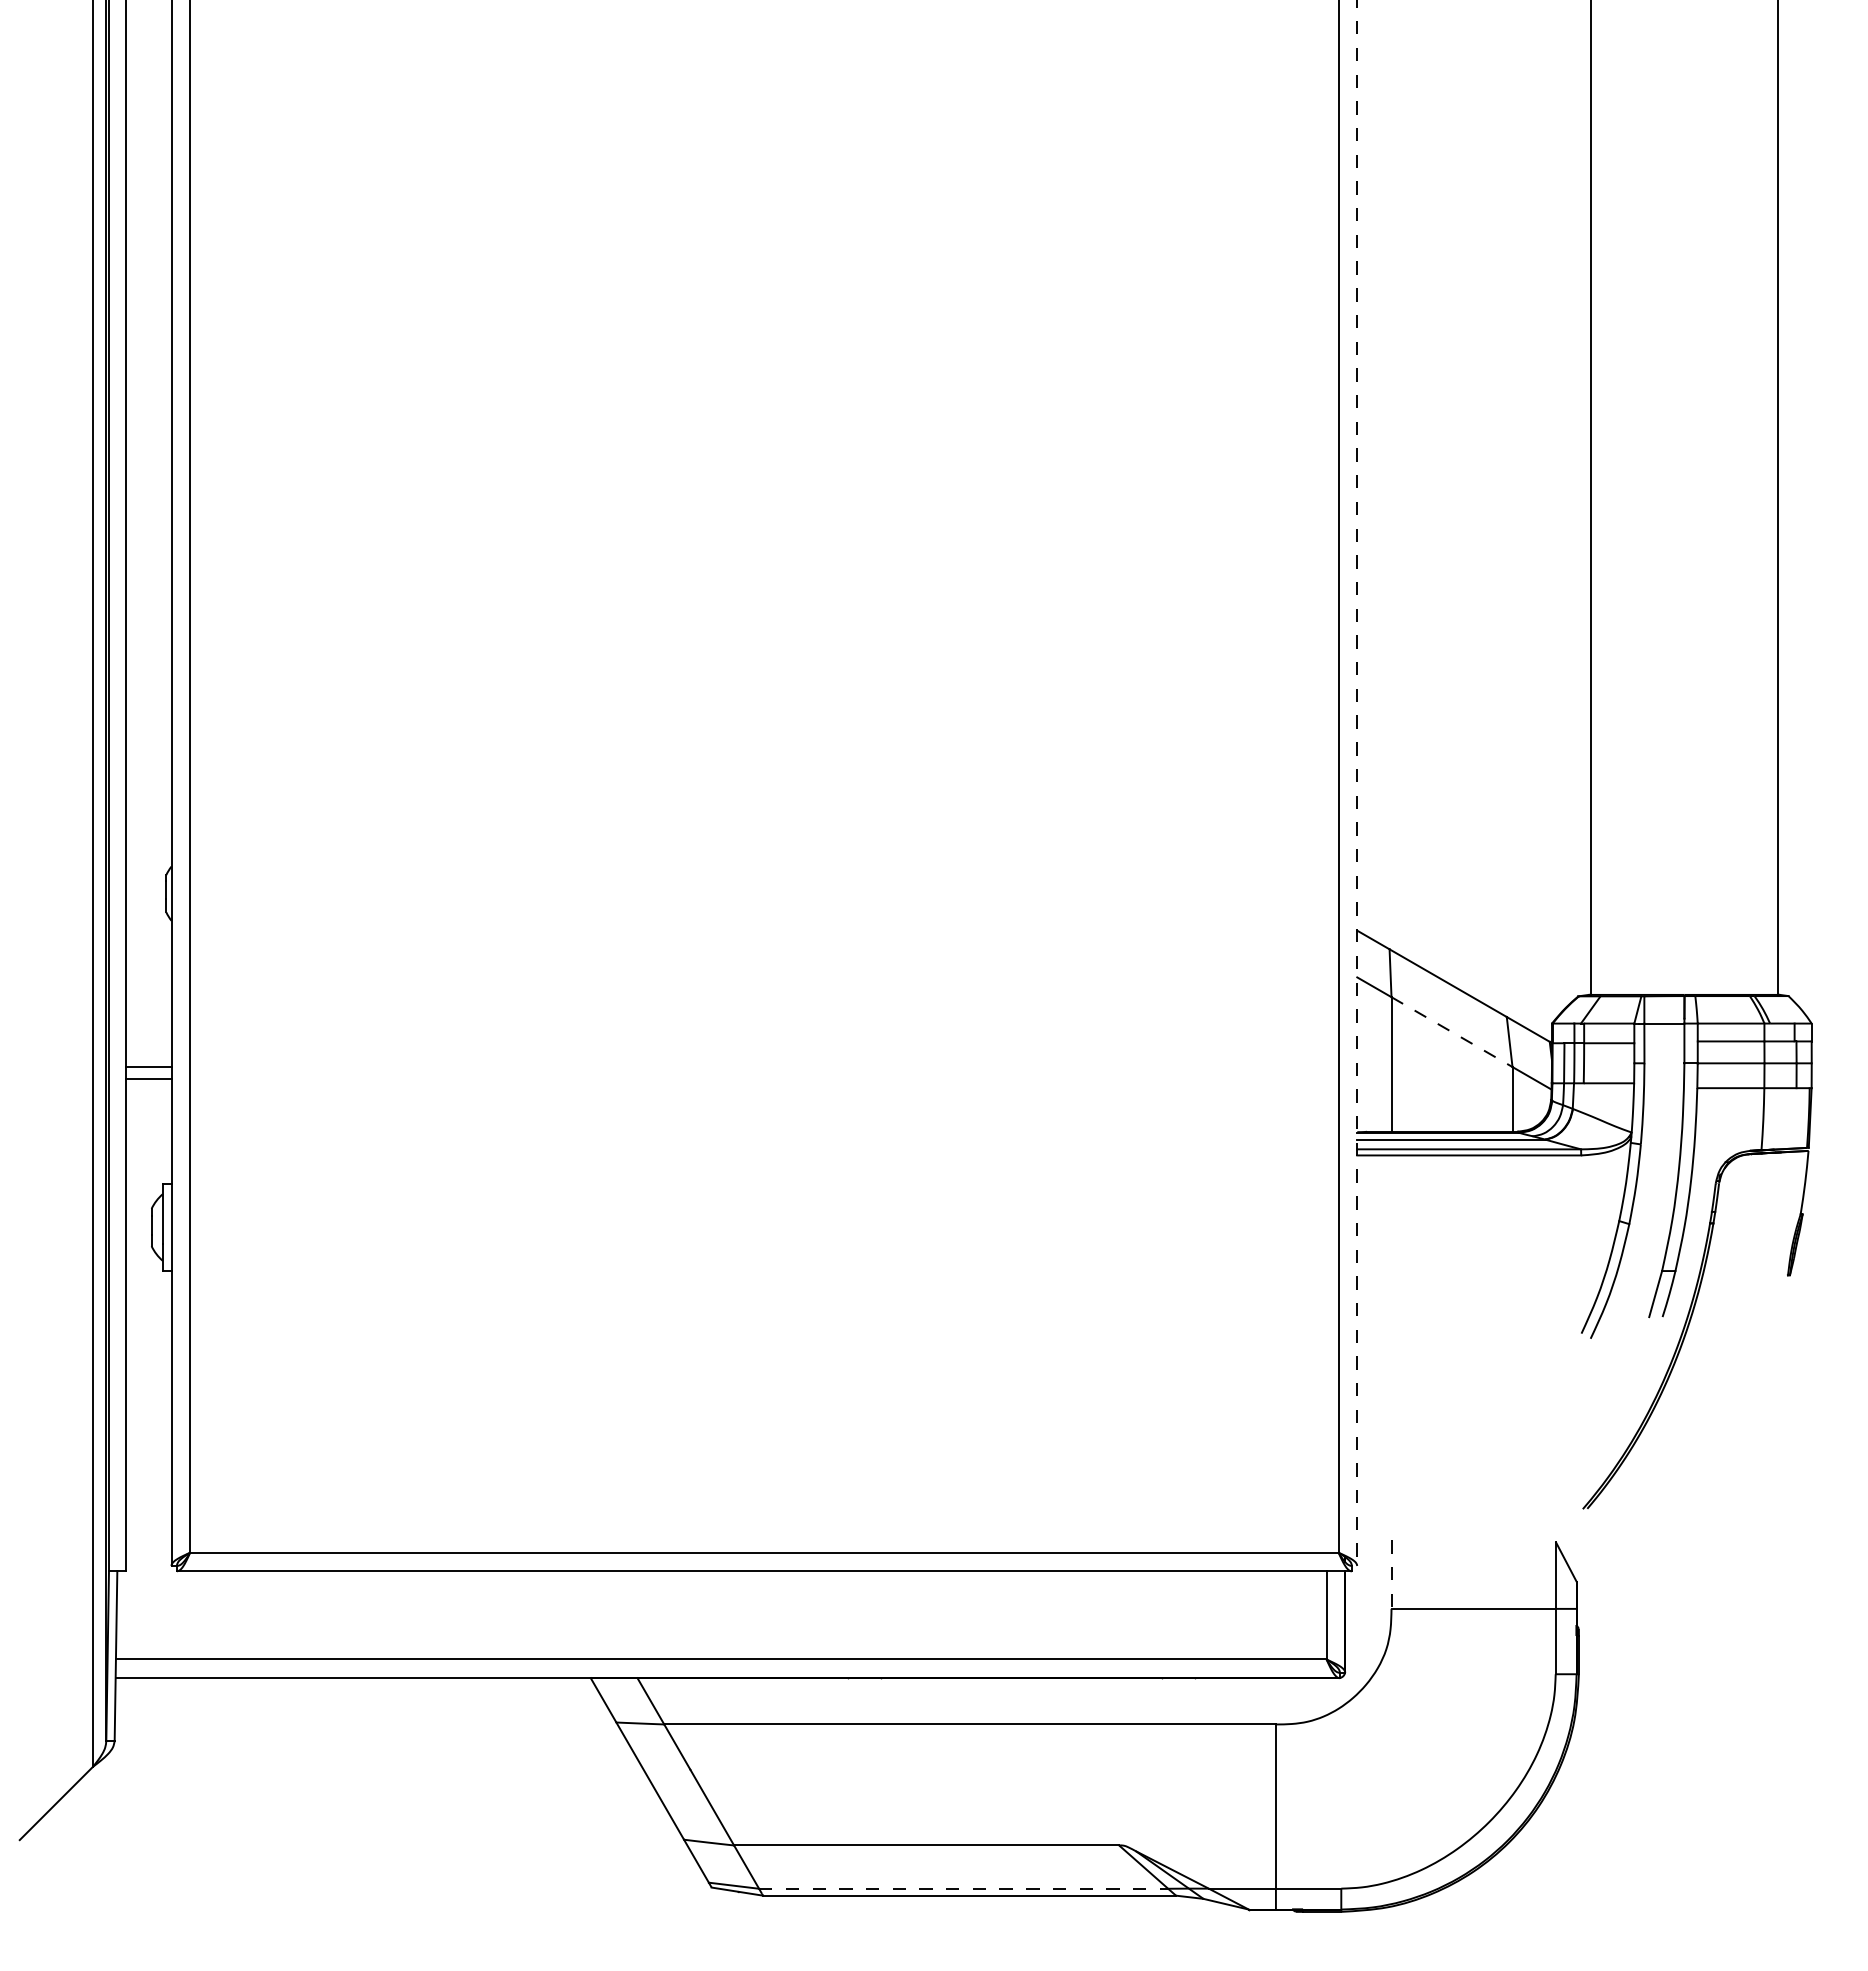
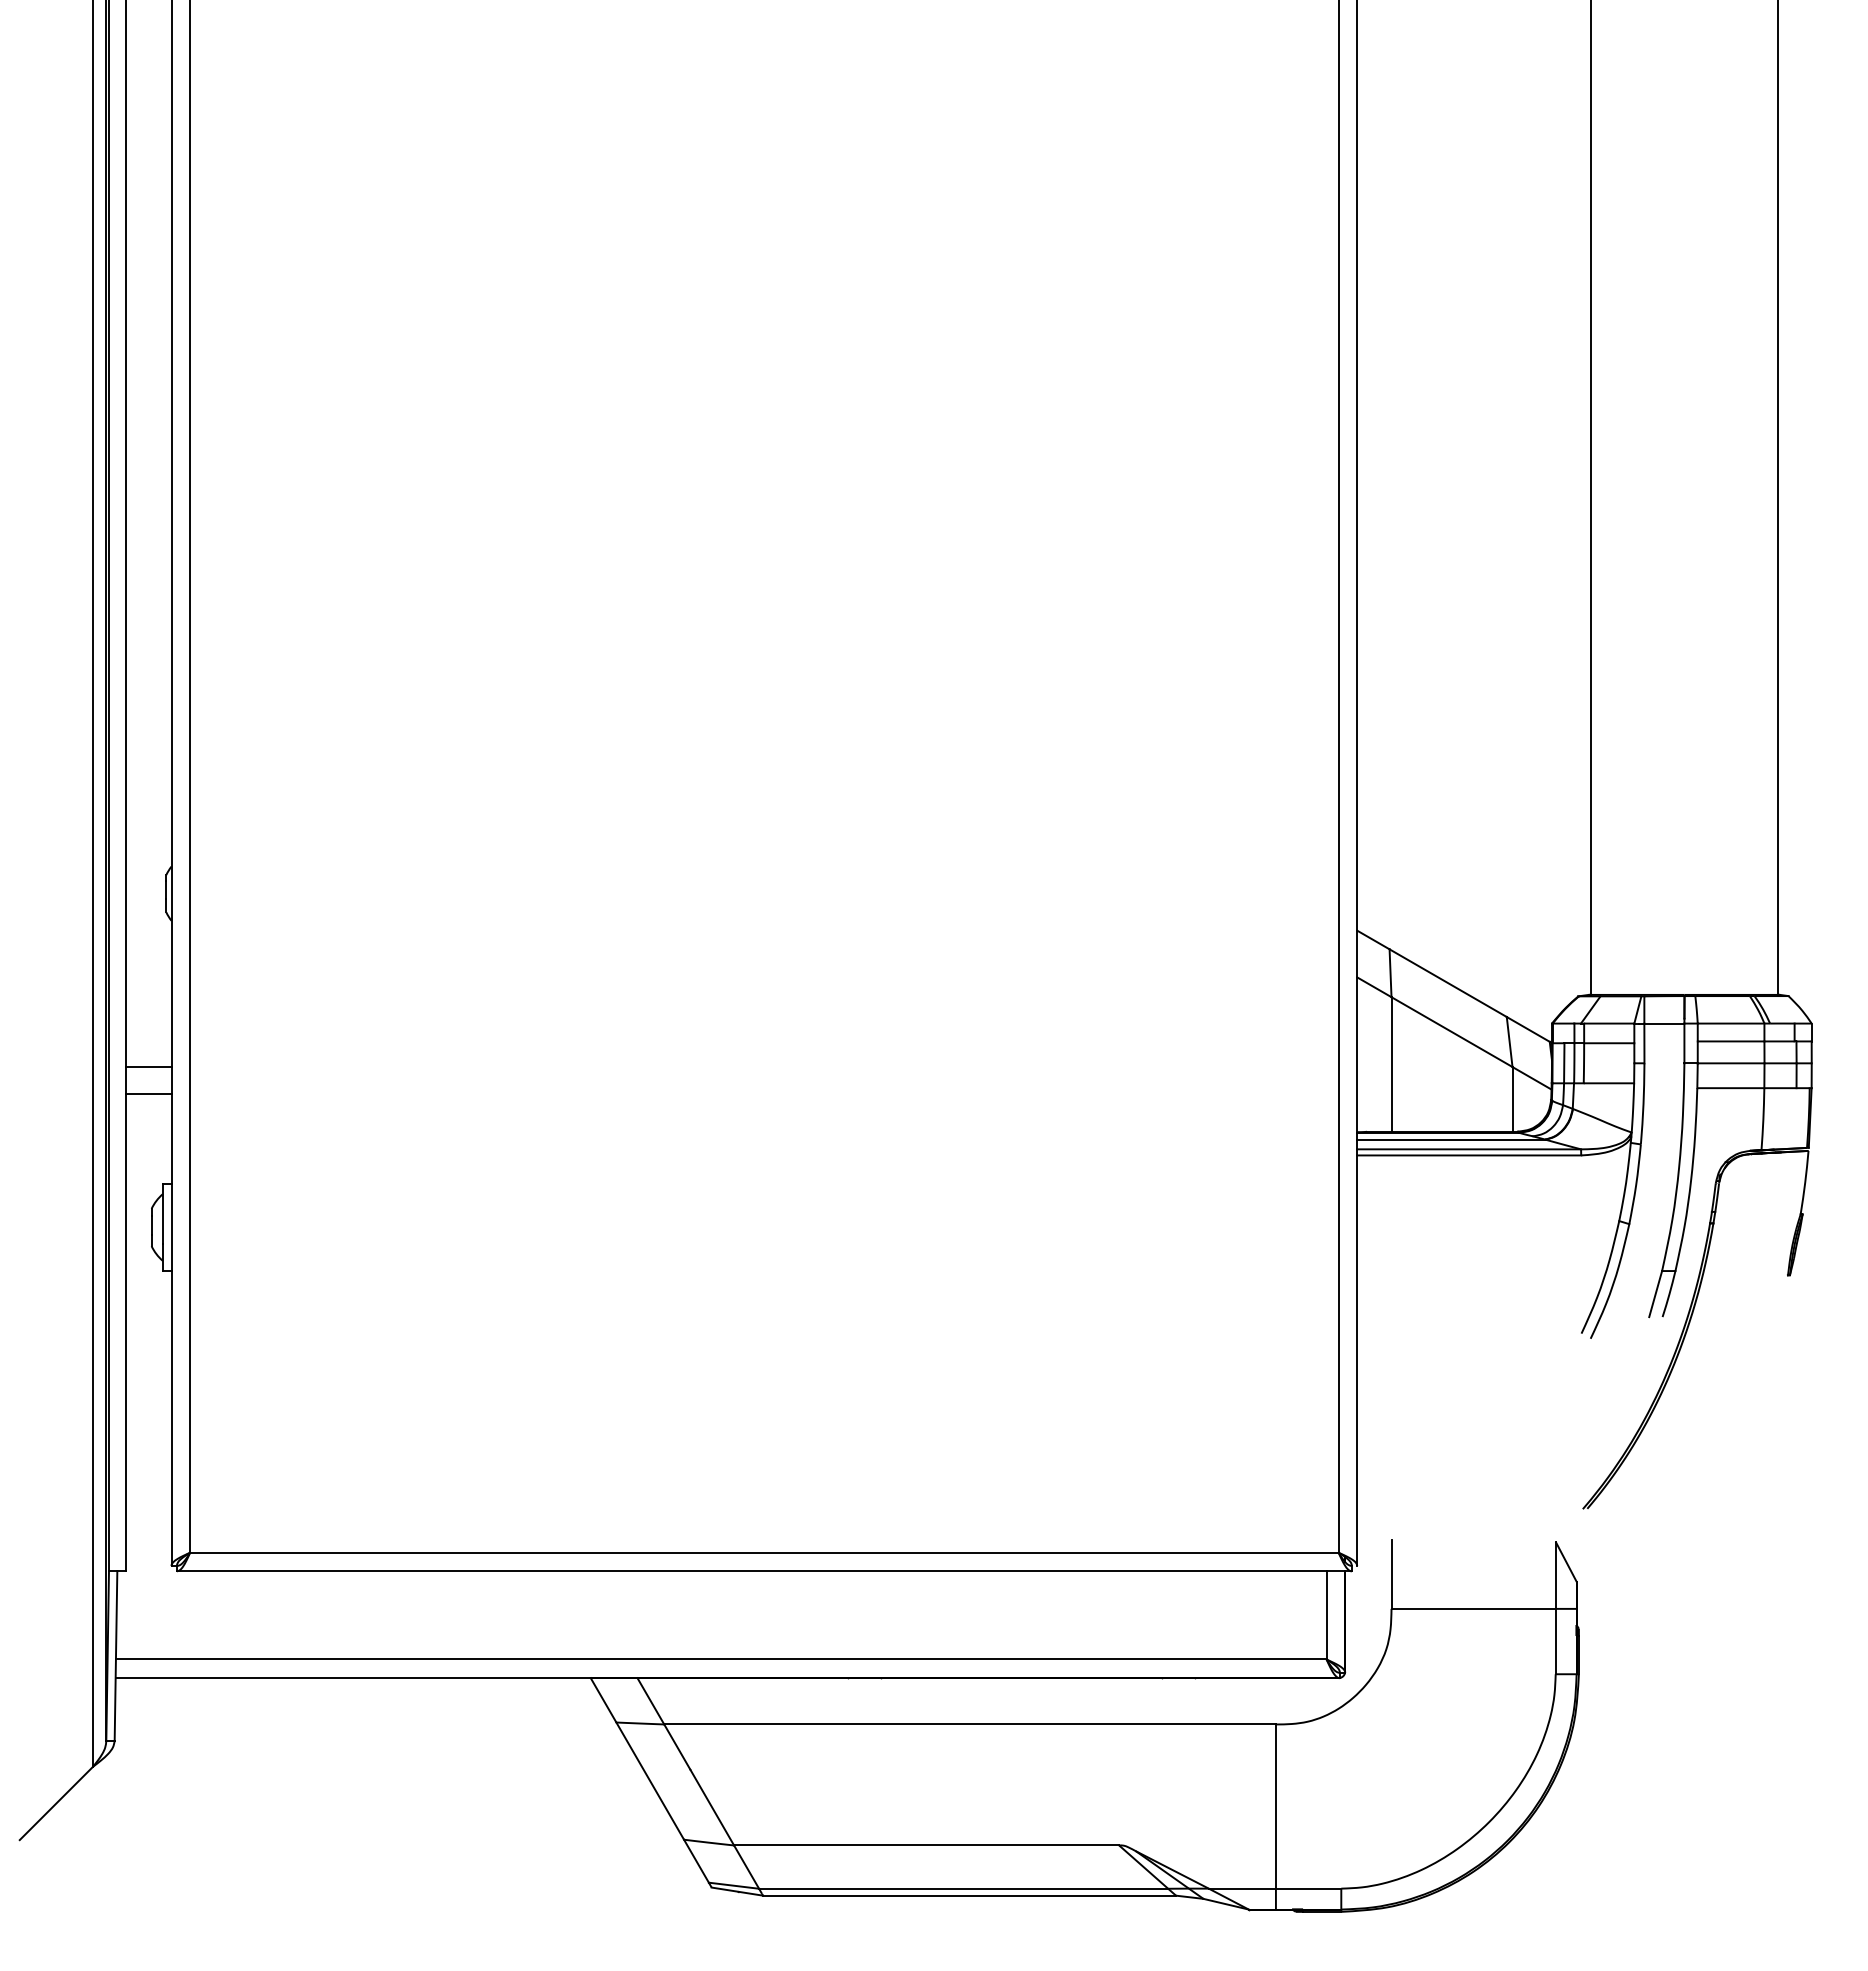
line at (1357, 783): dashed -> solid
line at (1452, 1032): dashed -> solid
line at (148, 1078) position: (148, 1078) -> (148, 1093)
line at (1391, 1575): dashed -> solid
line at (963, 1888): dashed -> solid
